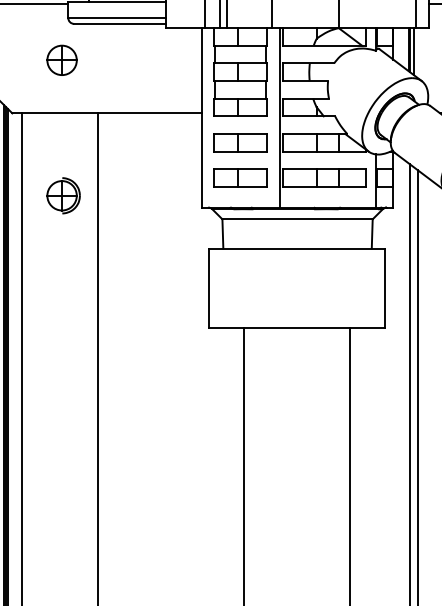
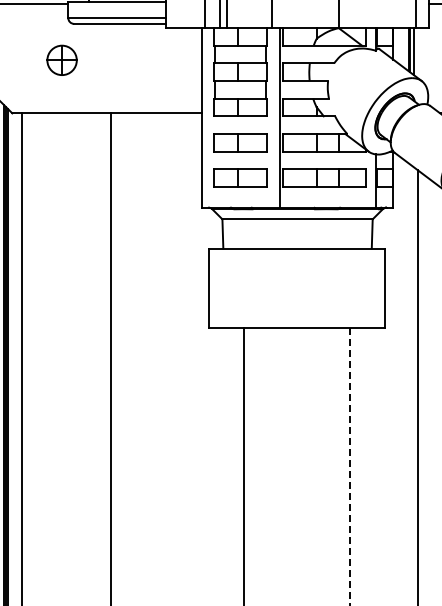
part at (63, 195): present -> none
line at (97, 357) position: (97, 357) -> (110, 357)
line at (409, 383): present -> none
line at (349, 466): solid -> dashed
